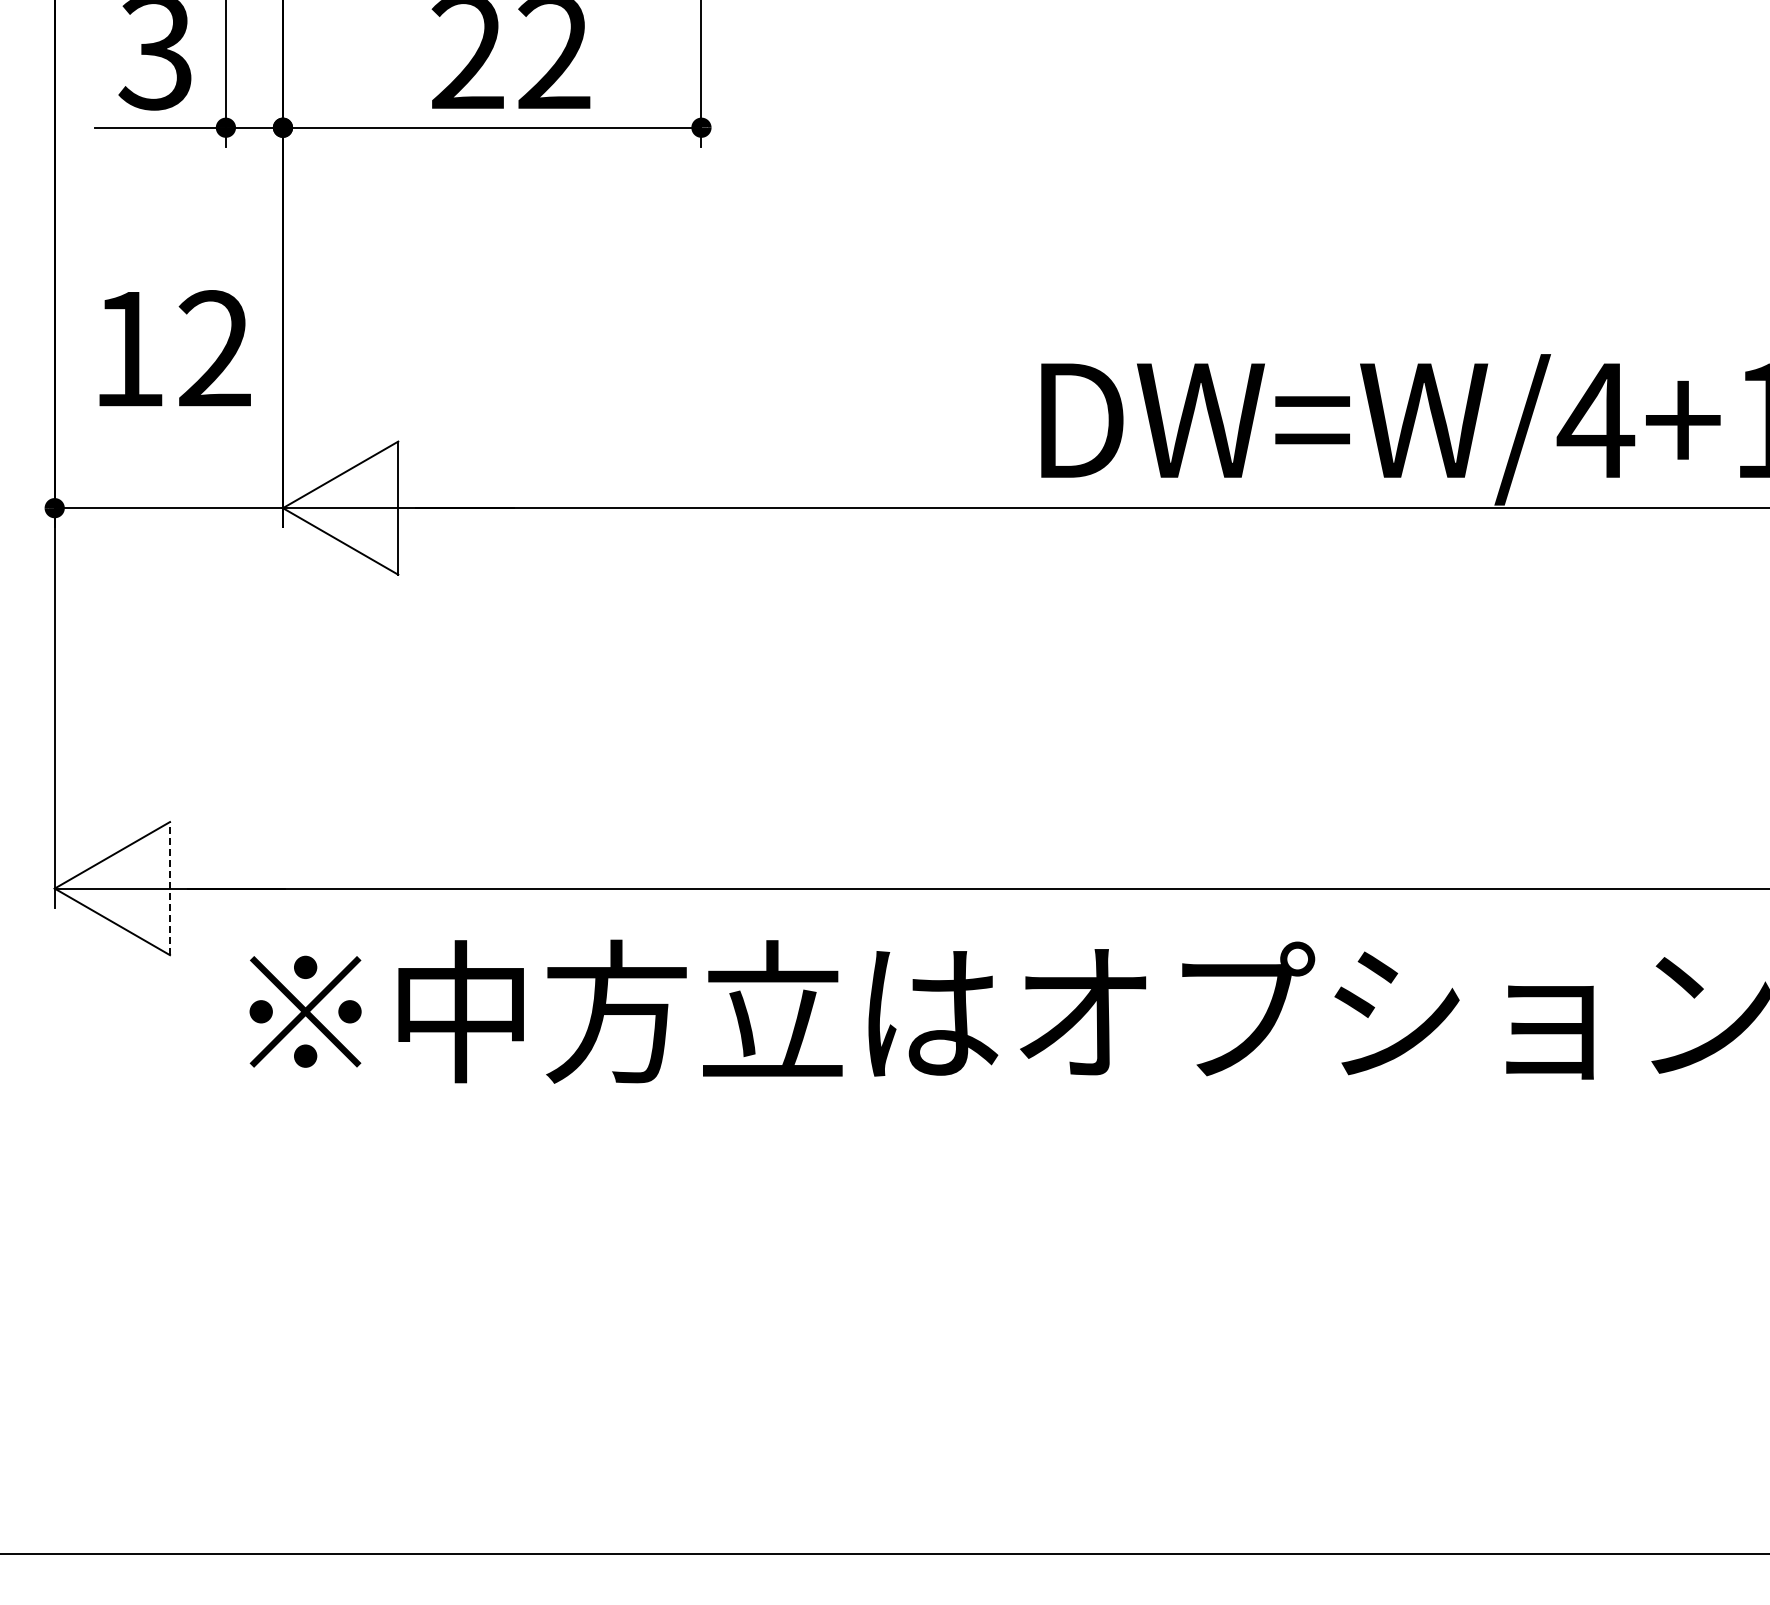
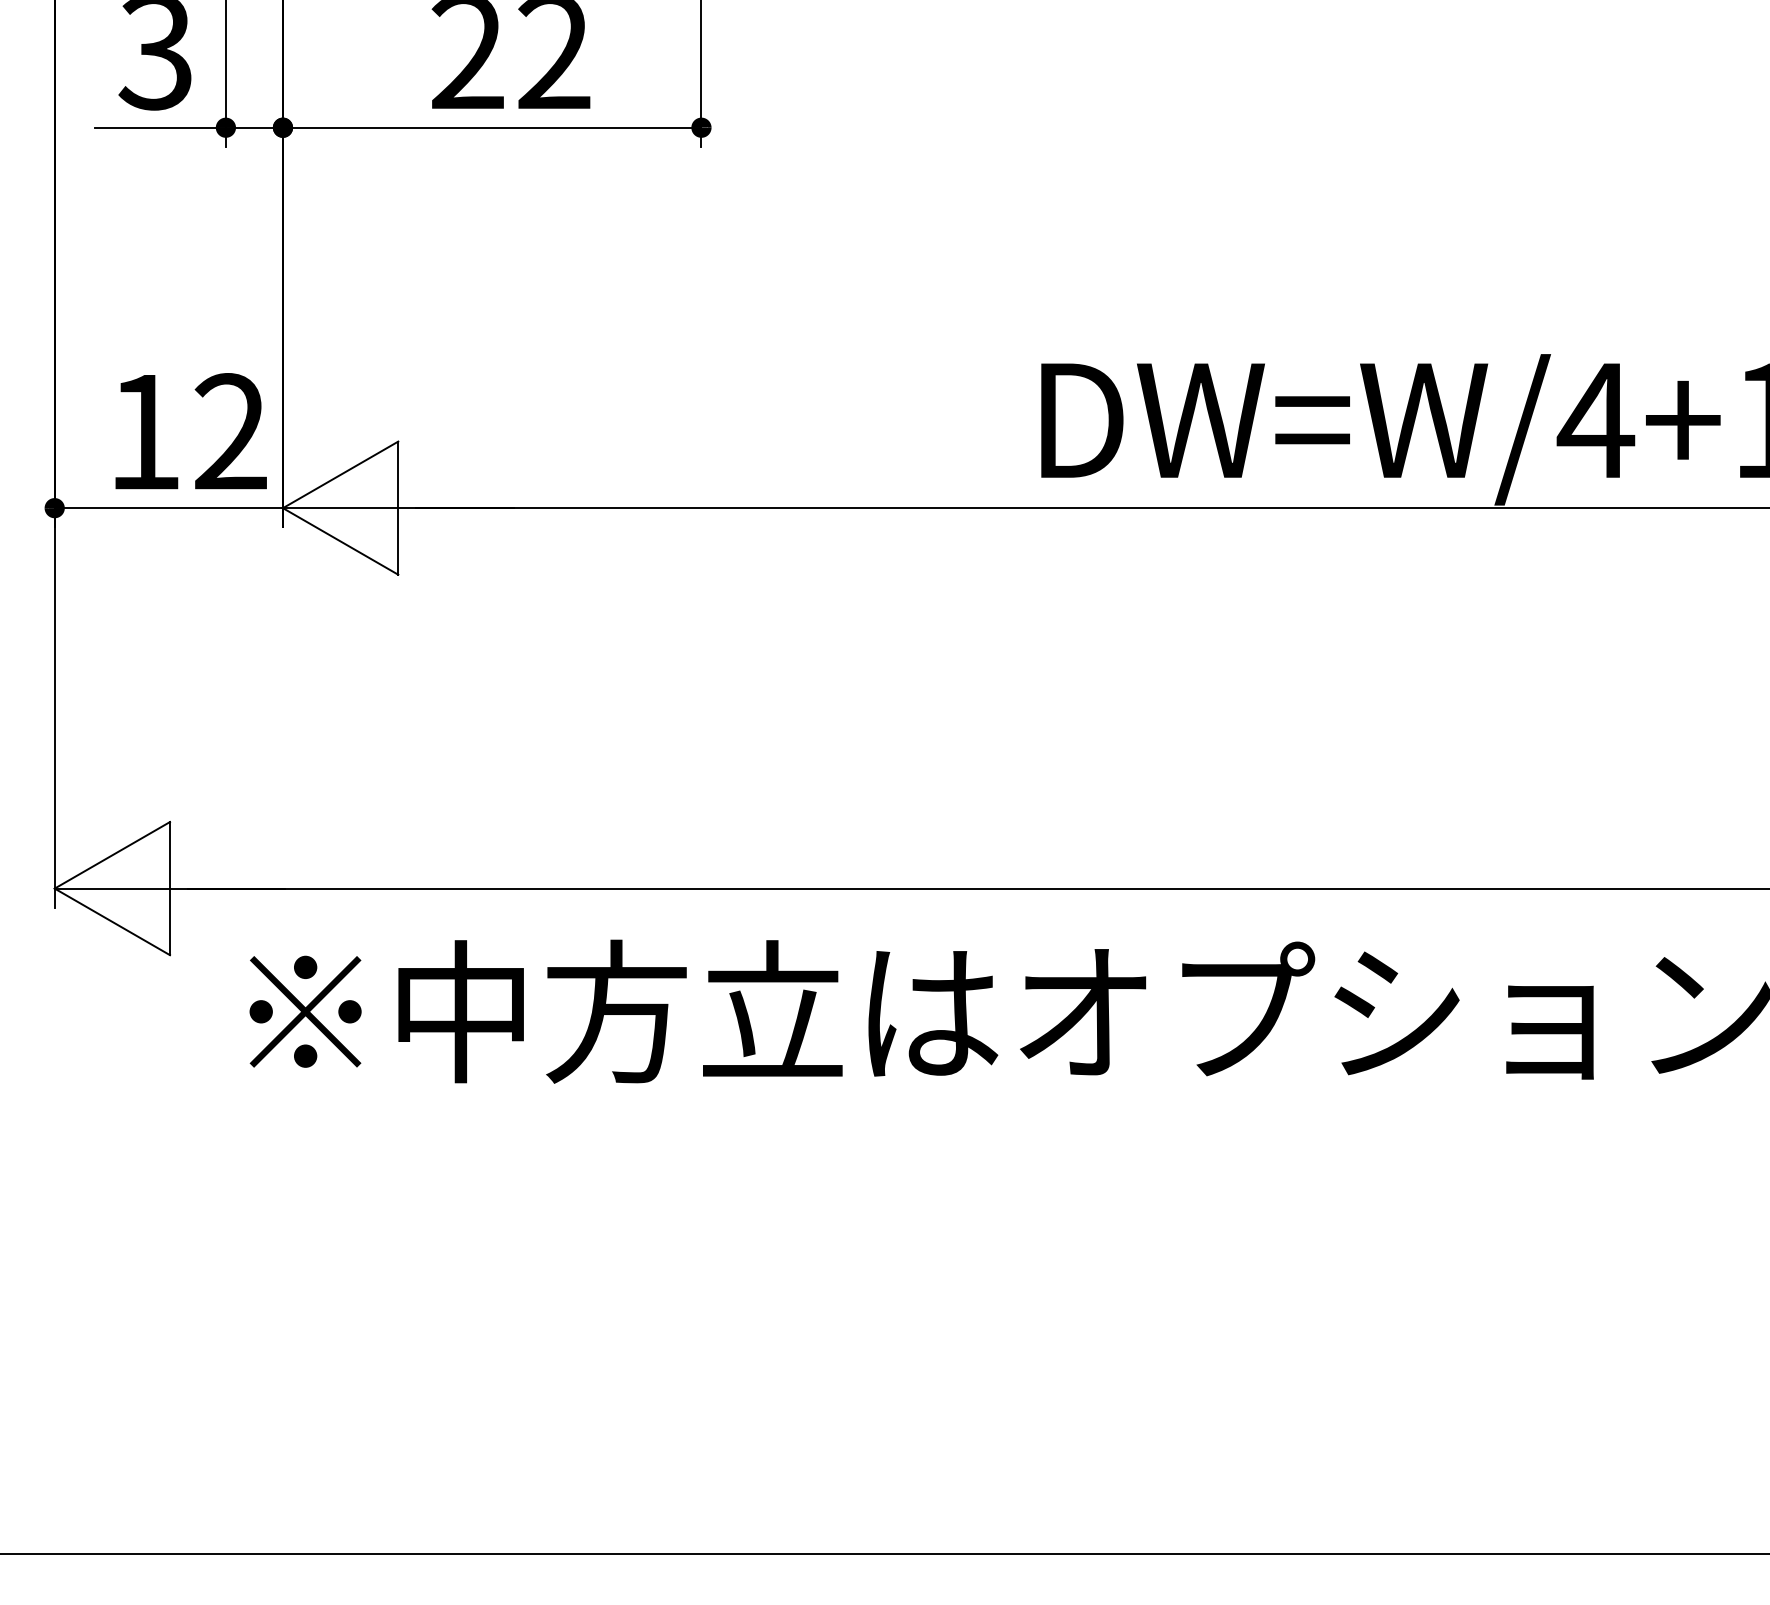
text at (174, 348) position: (174, 348) -> (190, 431)
line at (170, 888): dashed -> solid
